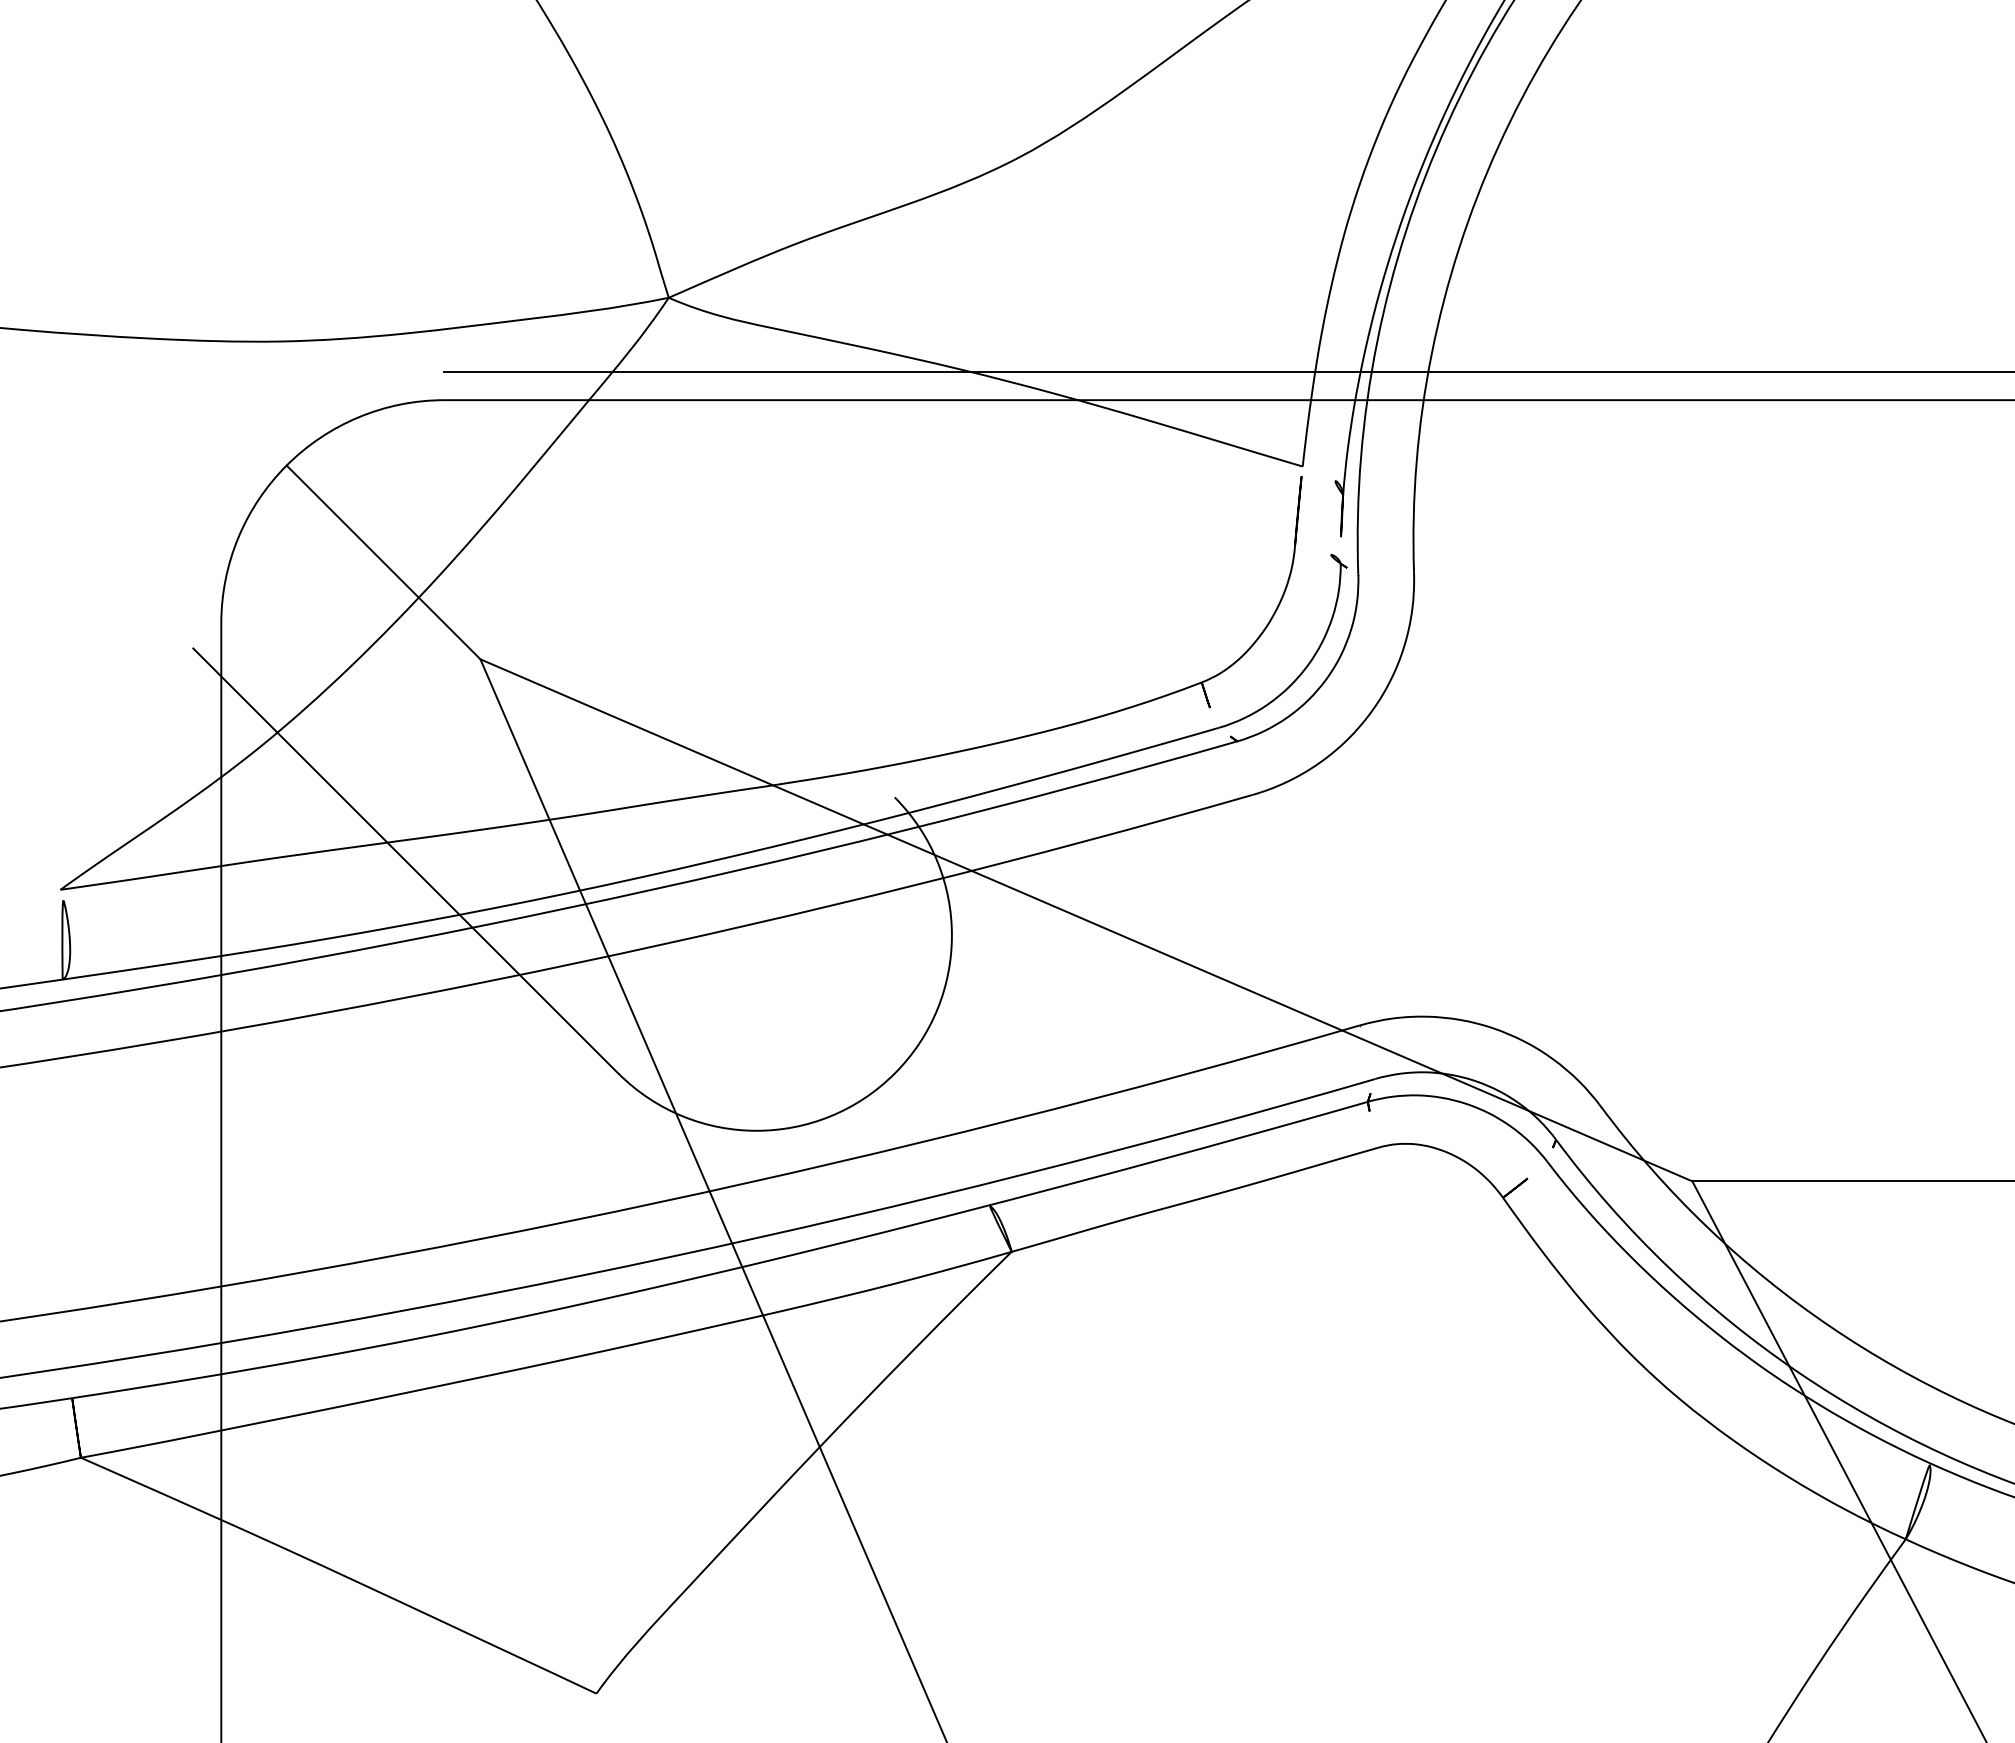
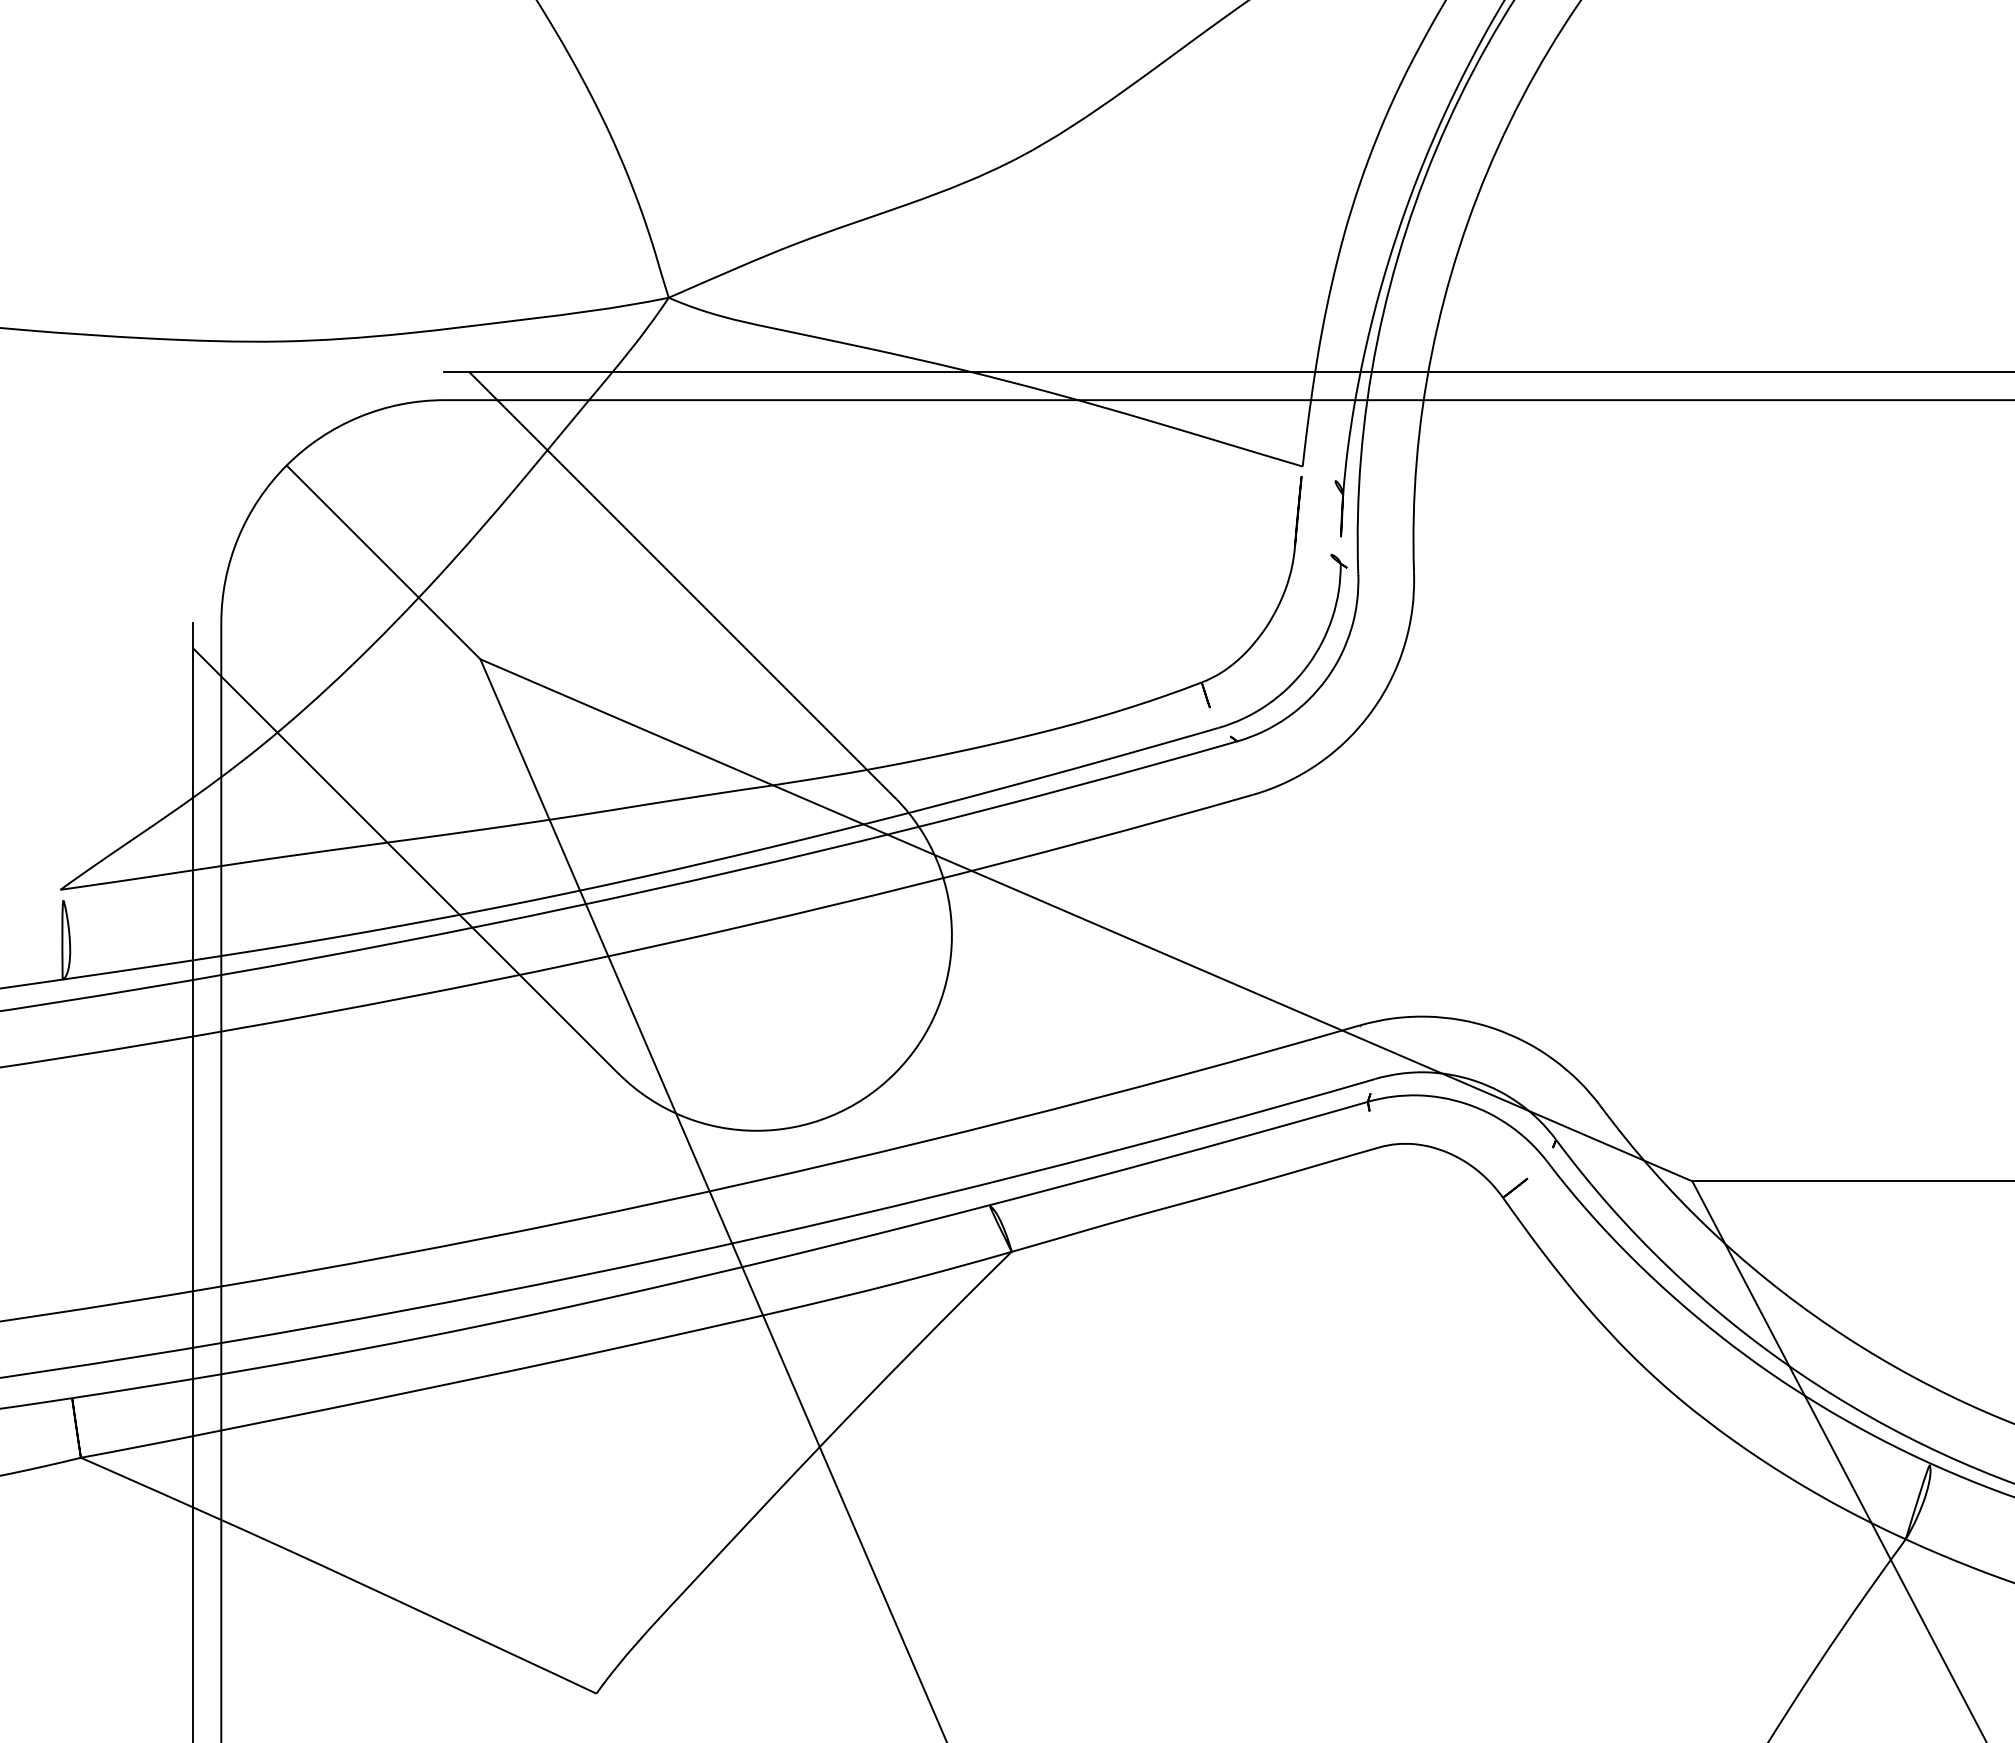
line at (681, 584): none -> present
line at (193, 1181): none -> present
